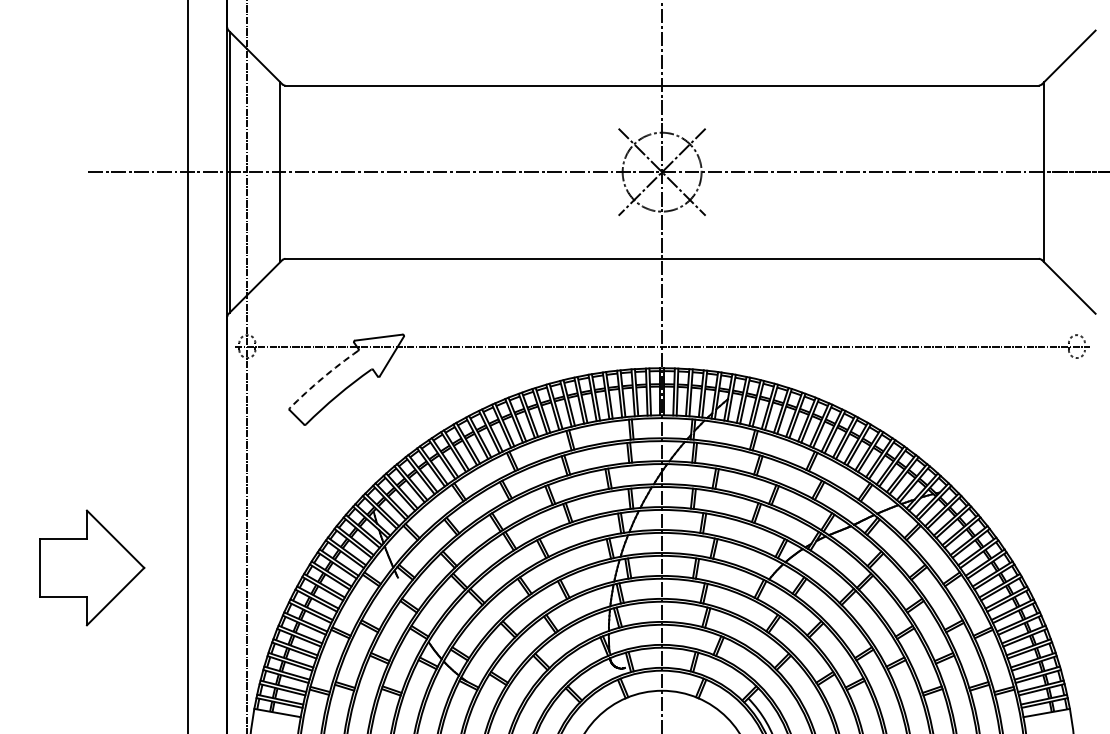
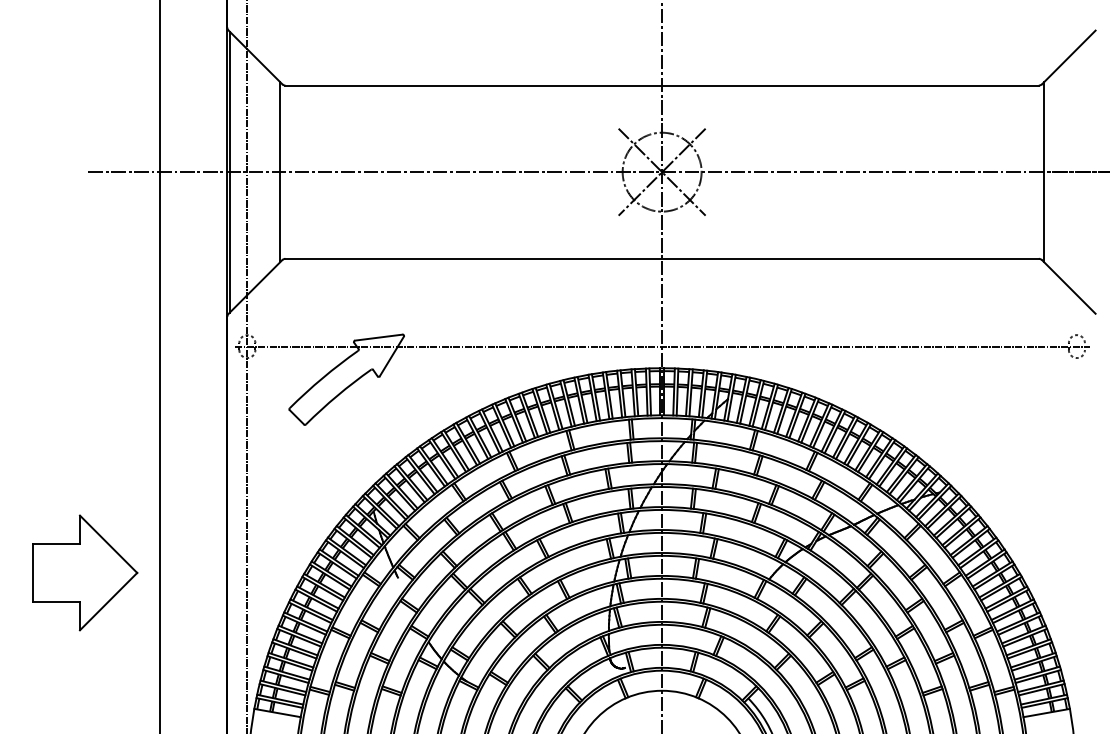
line at (188, 366) position: (188, 366) -> (160, 366)
arc at (322, 378): dashed -> solid
part at (92, 567) position: (92, 567) -> (85, 572)
